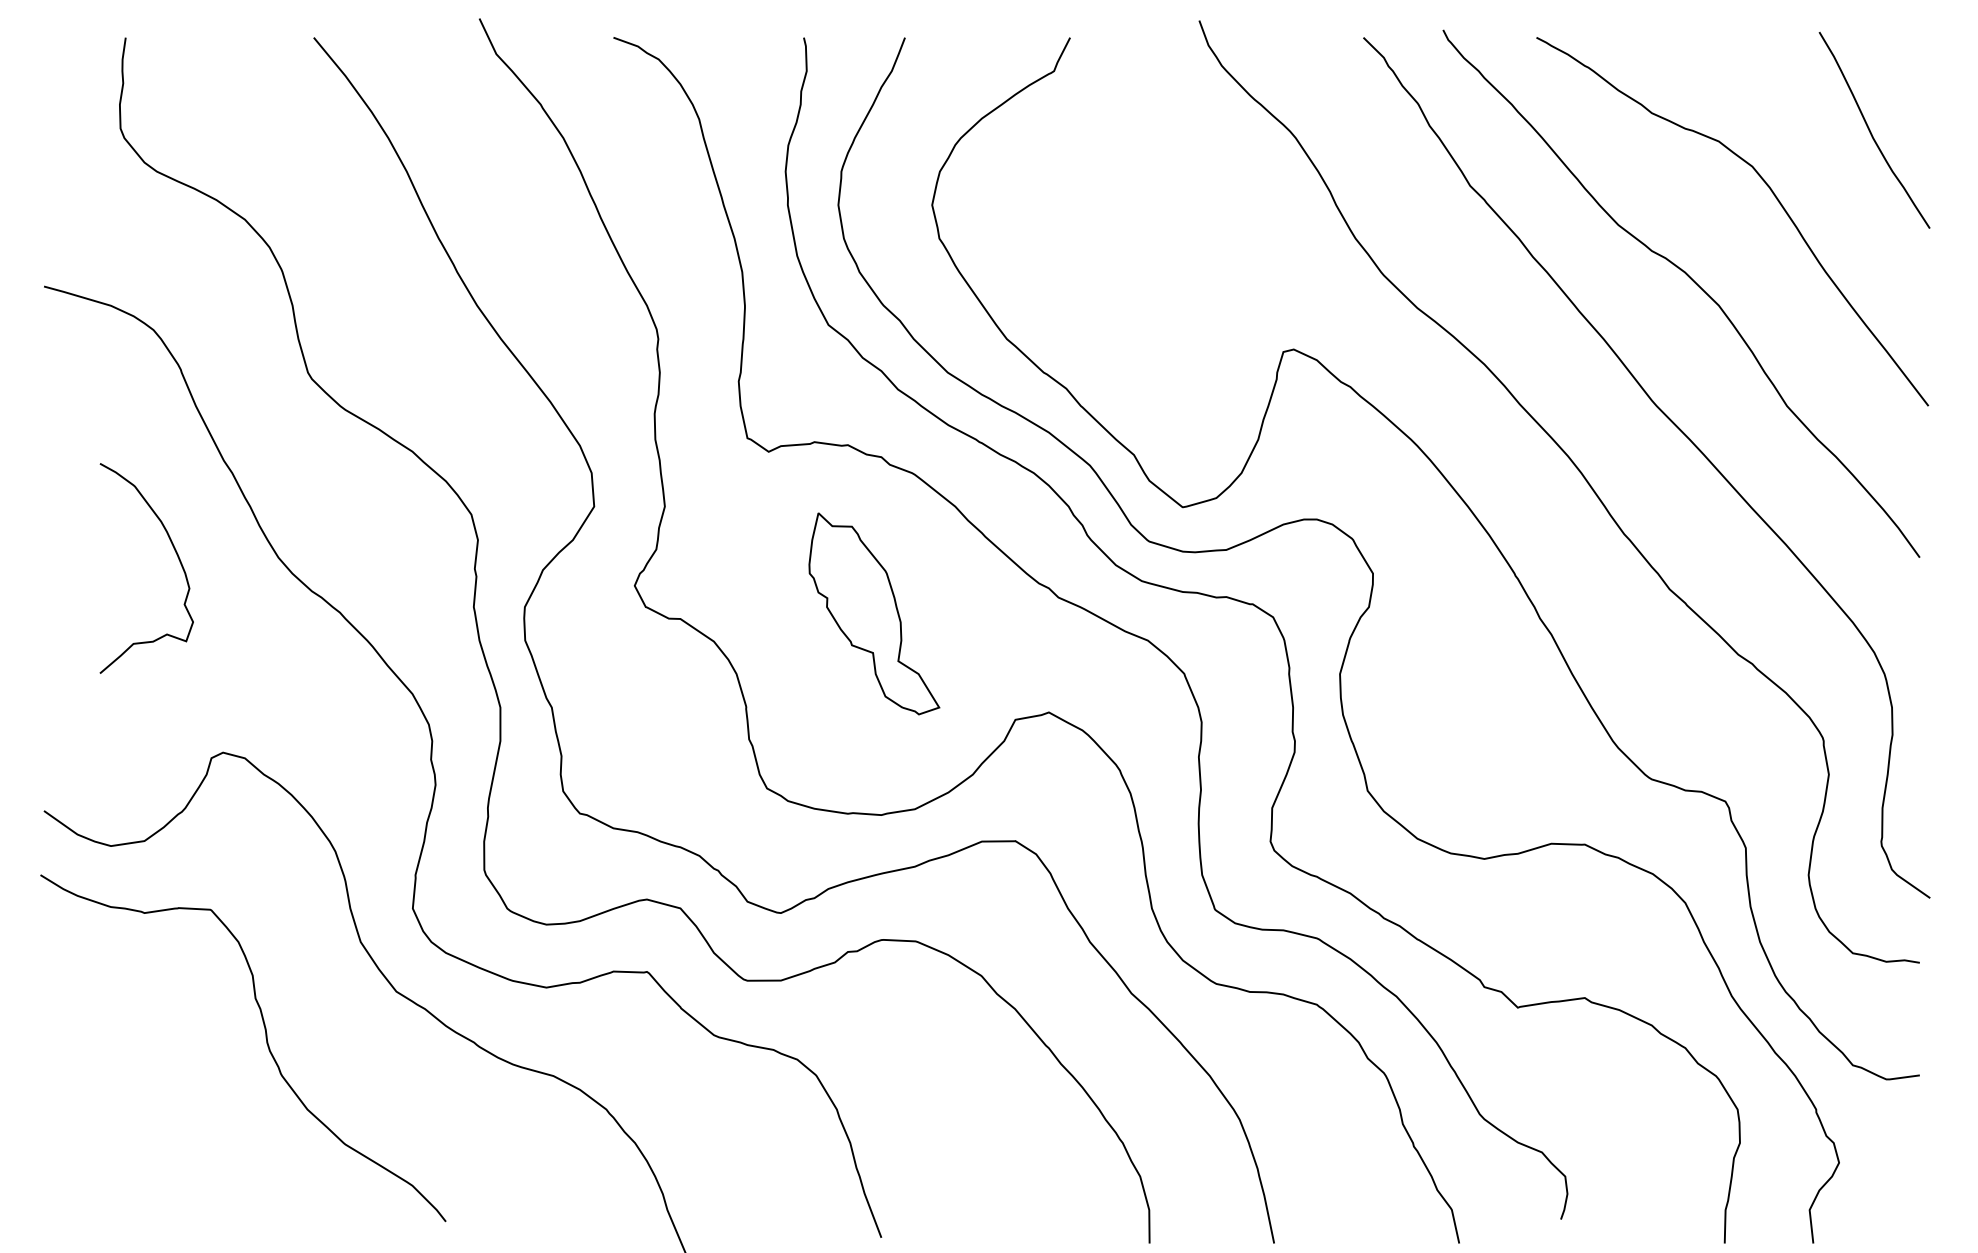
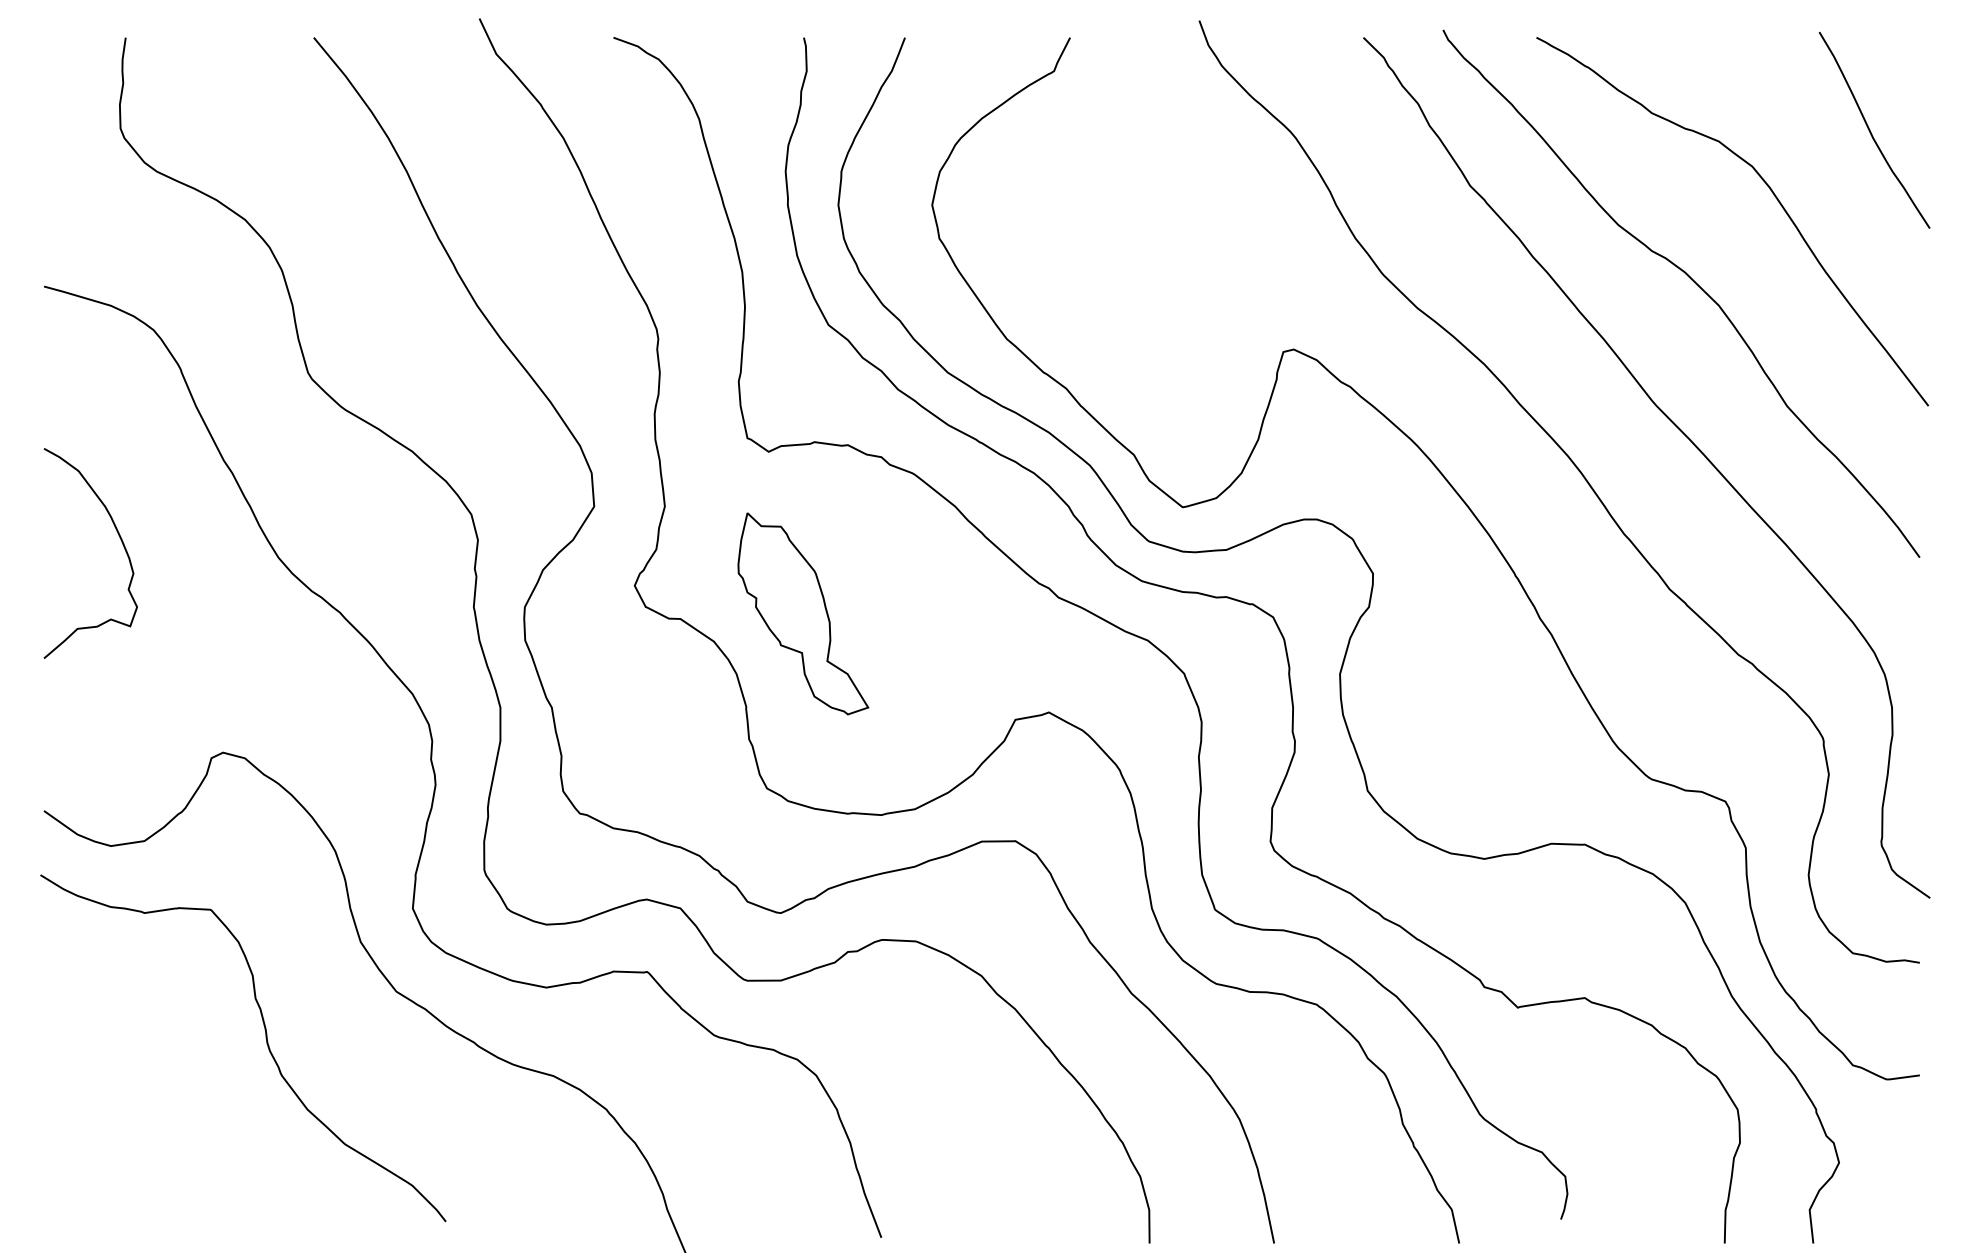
curve at (176, 555) position: (176, 555) -> (120, 540)
part at (874, 613) position: (874, 613) -> (803, 613)
